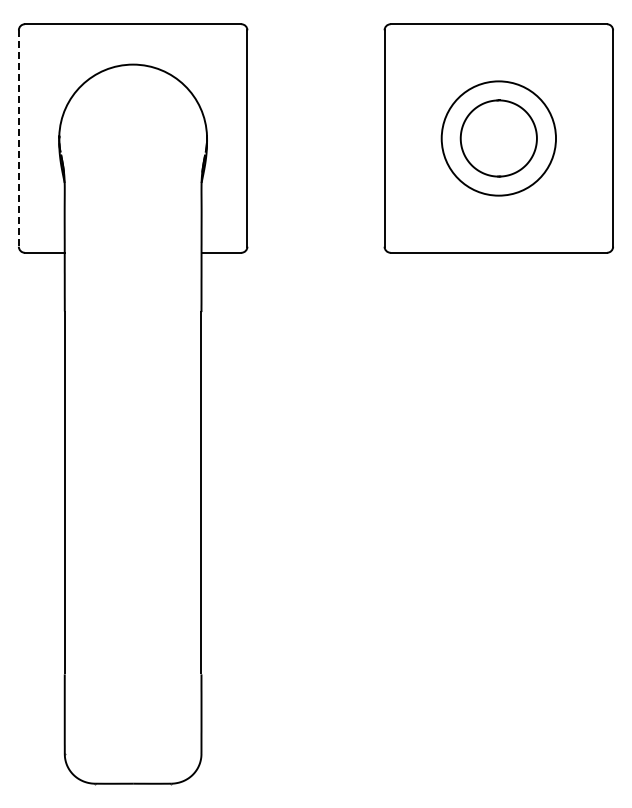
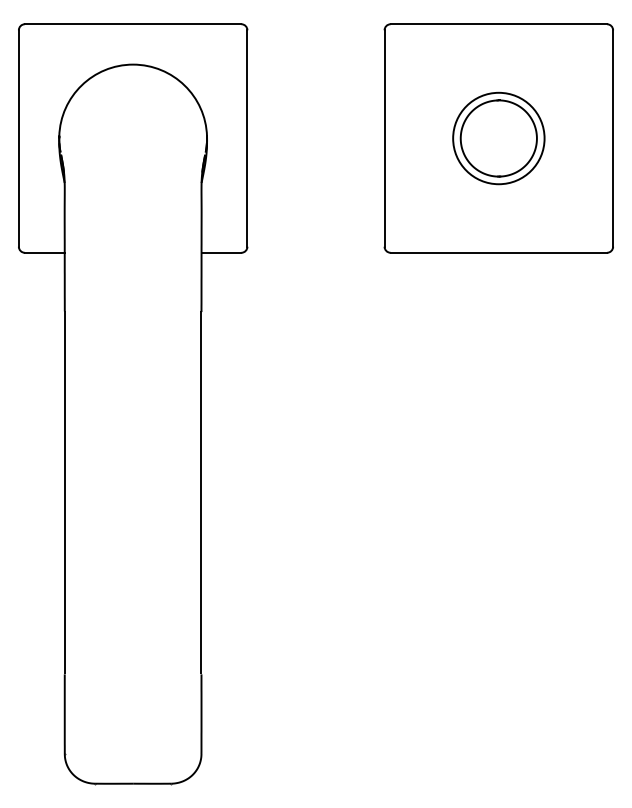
circle at (498, 138) diameter: 114 px -> 91 px
line at (18, 139): dashed -> solid
